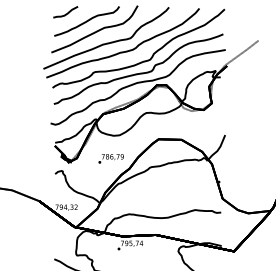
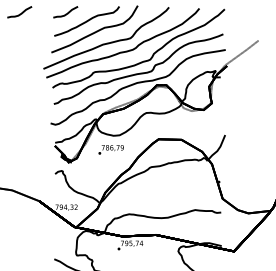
curve at (19, 13): none -> present
text at (110, 158) position: (110, 158) -> (110, 149)
